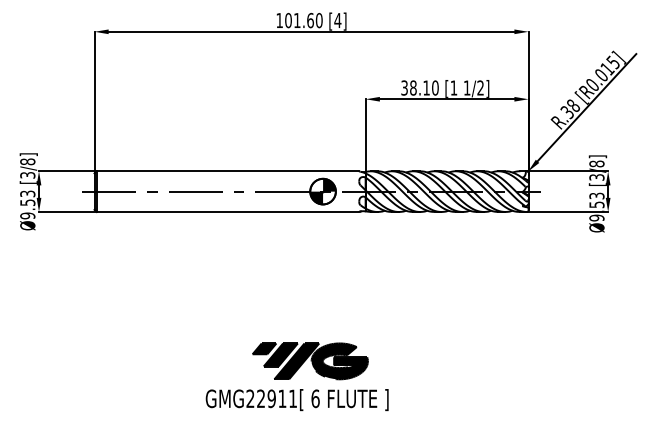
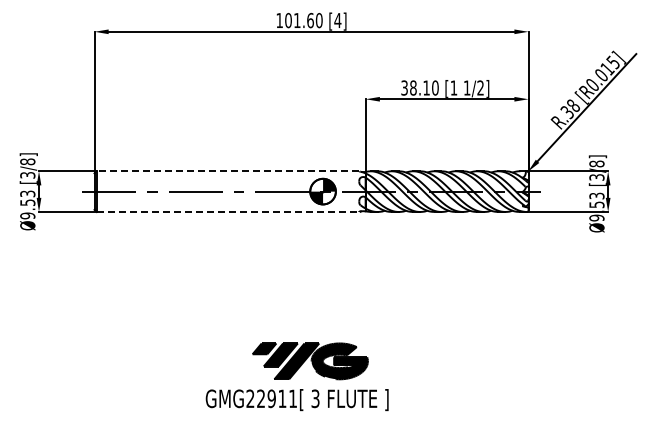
line at (227, 171): solid -> dashed
line at (228, 211): solid -> dashed
text at (315, 398): 6 -> 3
